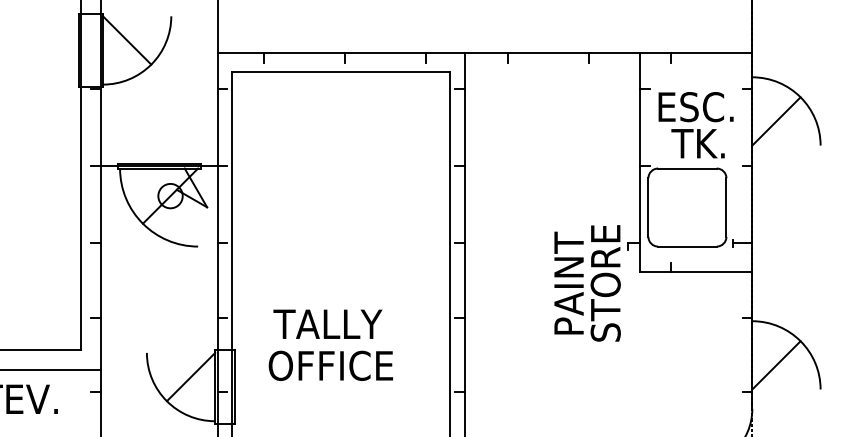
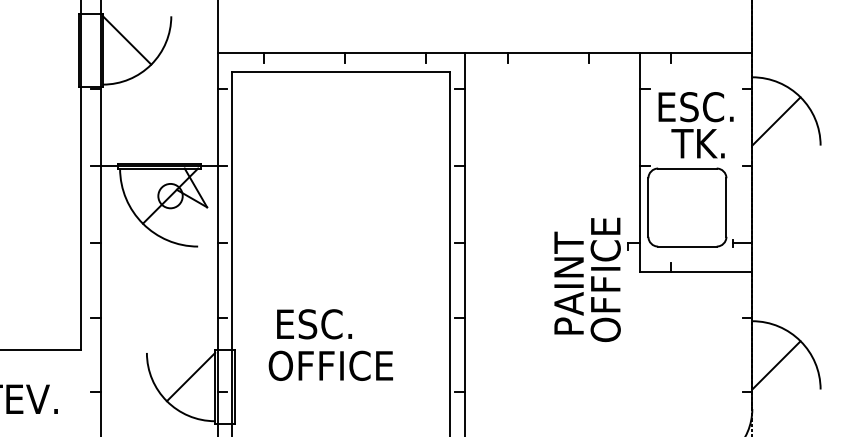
text at (605, 279): STORE -> OFFICE
text at (327, 324): TALLY -> ESC.
line at (51, 370): present -> none
